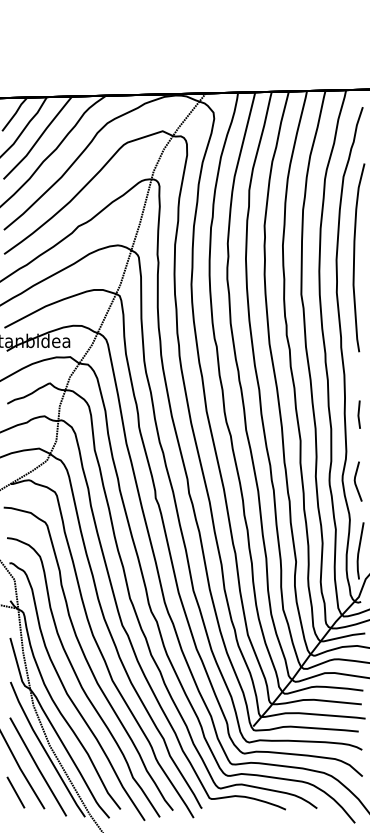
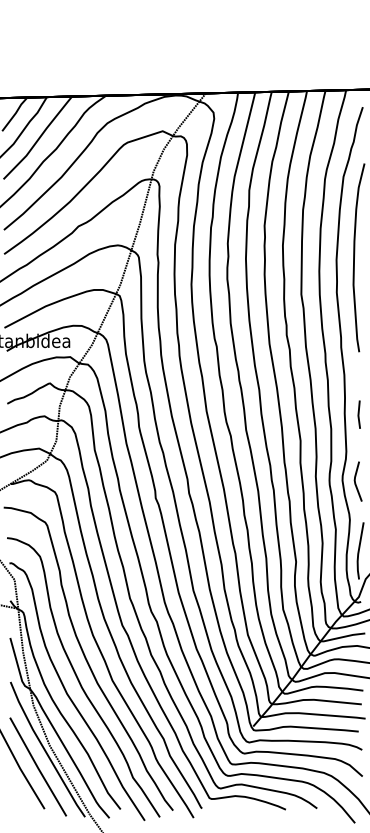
line at (15, 792): present -> none
